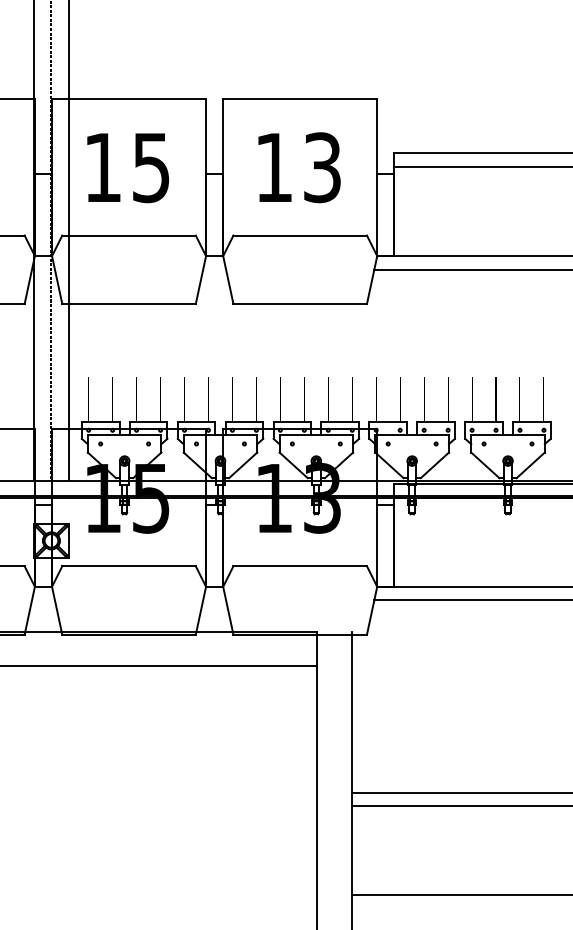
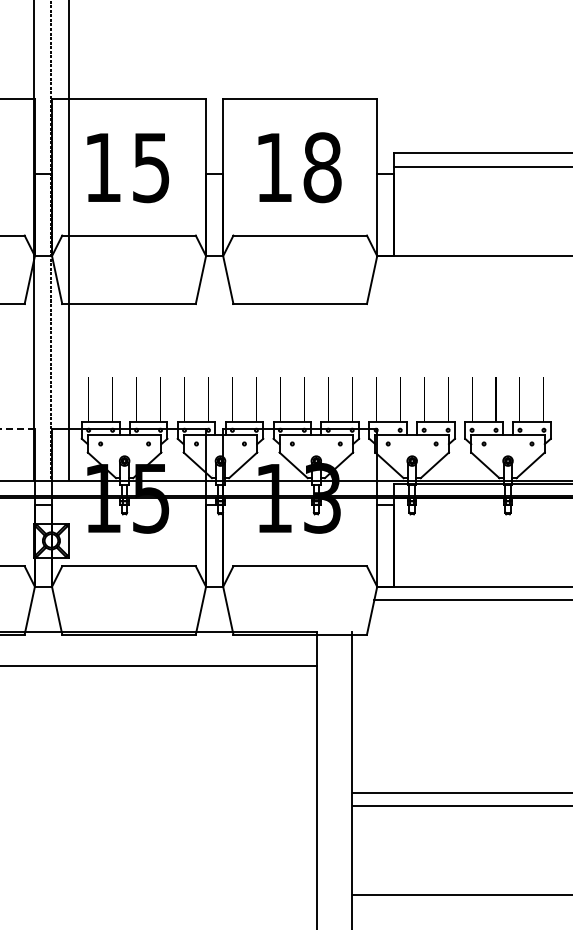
text at (322, 167): 13 -> 18
line at (471, 269): present -> none
line at (17, 429): solid -> dashed
